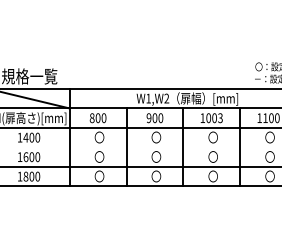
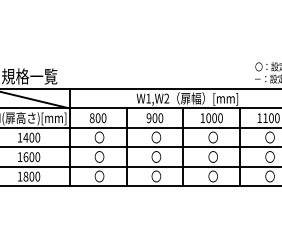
text at (220, 117): 1003 -> 1000
line at (140, 147): none -> present
